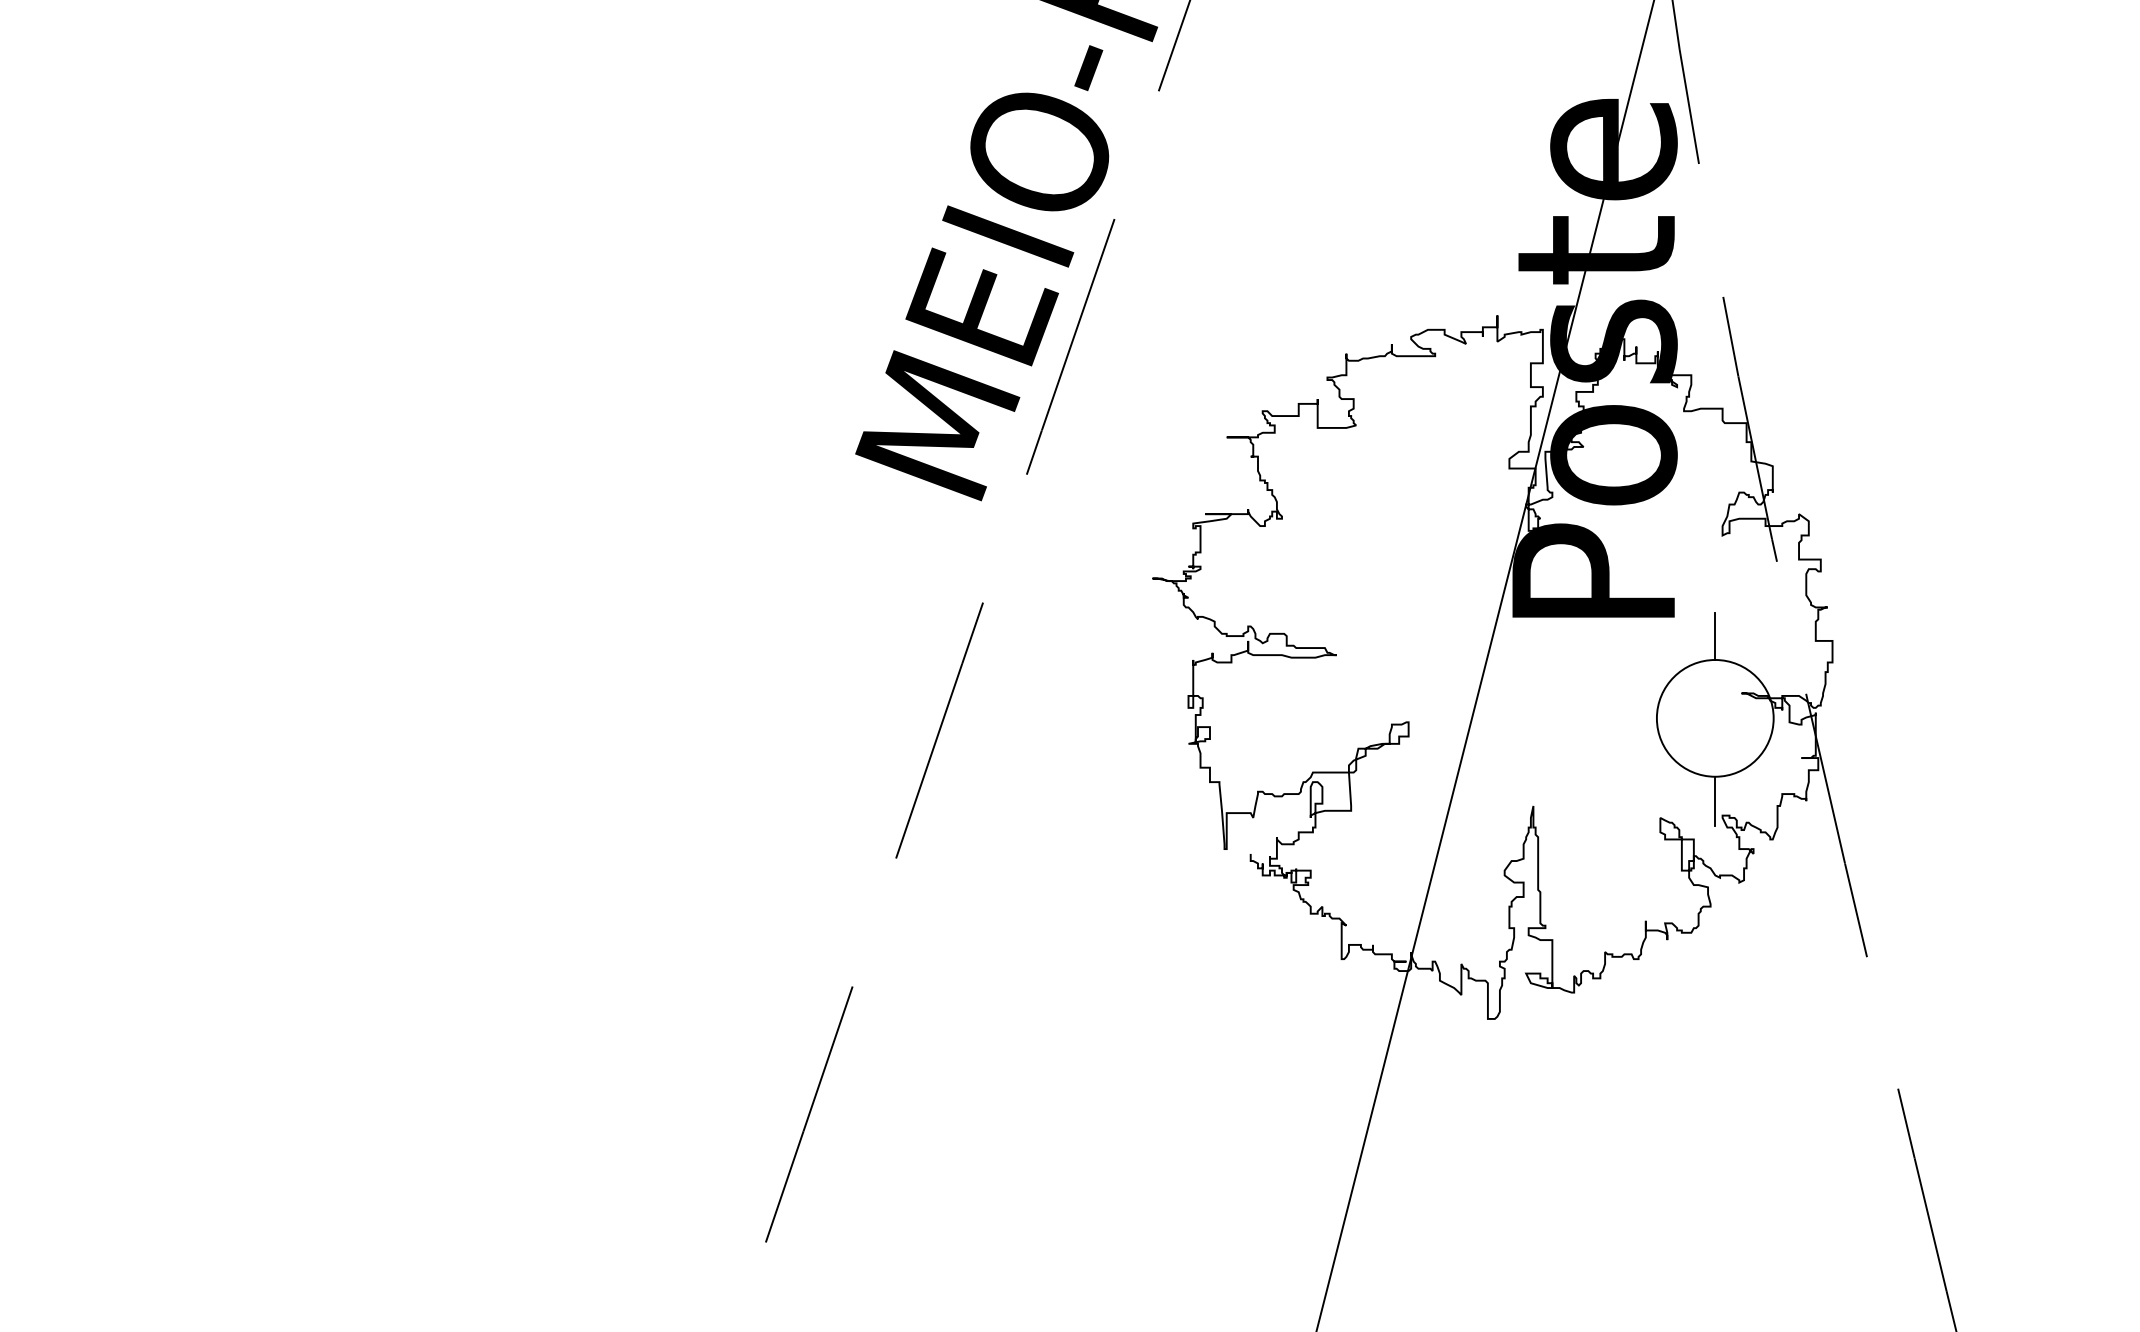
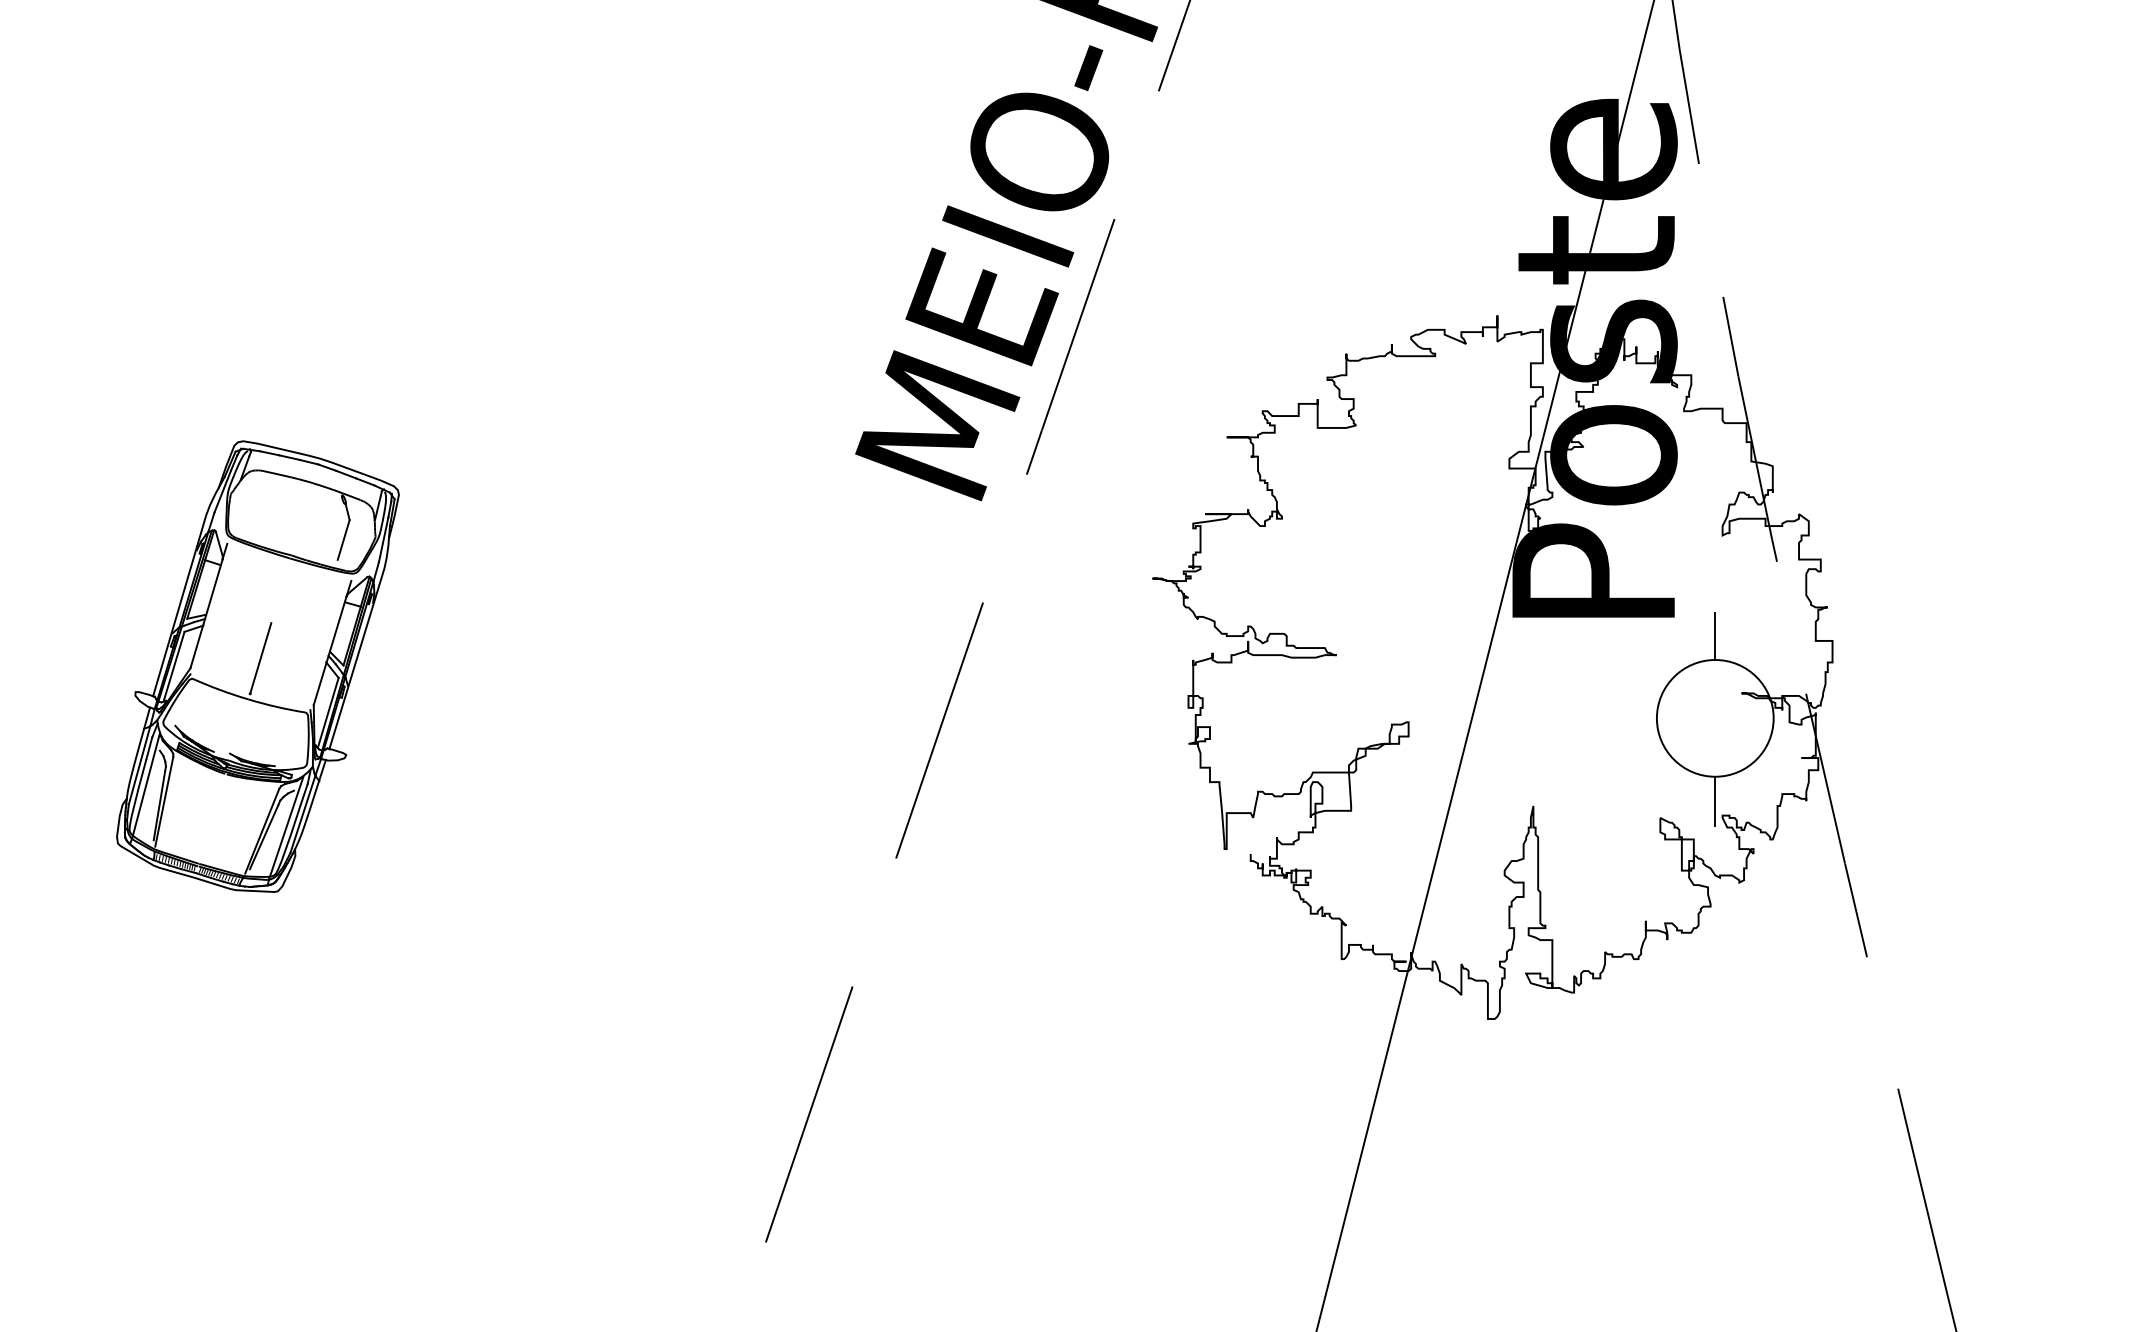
part at (257, 666): none -> present
